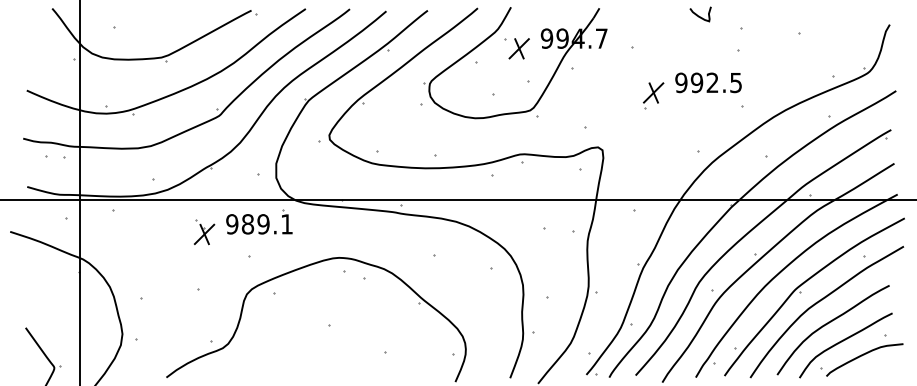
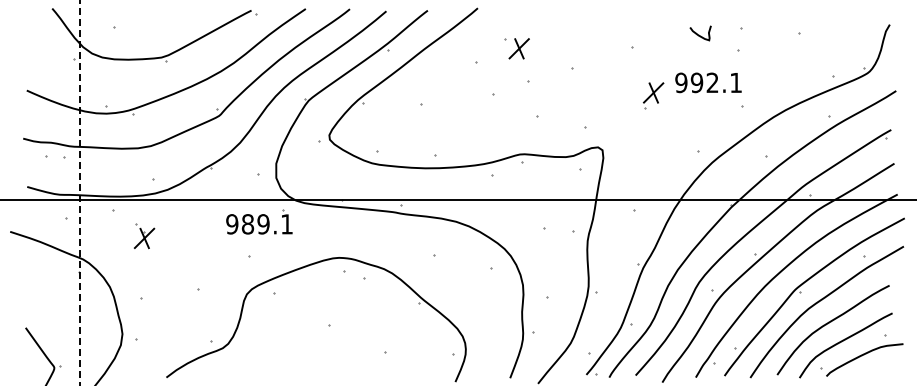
curve at (699, 15) position: (699, 15) -> (699, 34)
part at (542, 48): present -> none
text at (735, 83): 992.5 -> 992.1
line at (80, 193): solid -> dashed
part at (204, 232) position: (204, 232) -> (144, 236)
